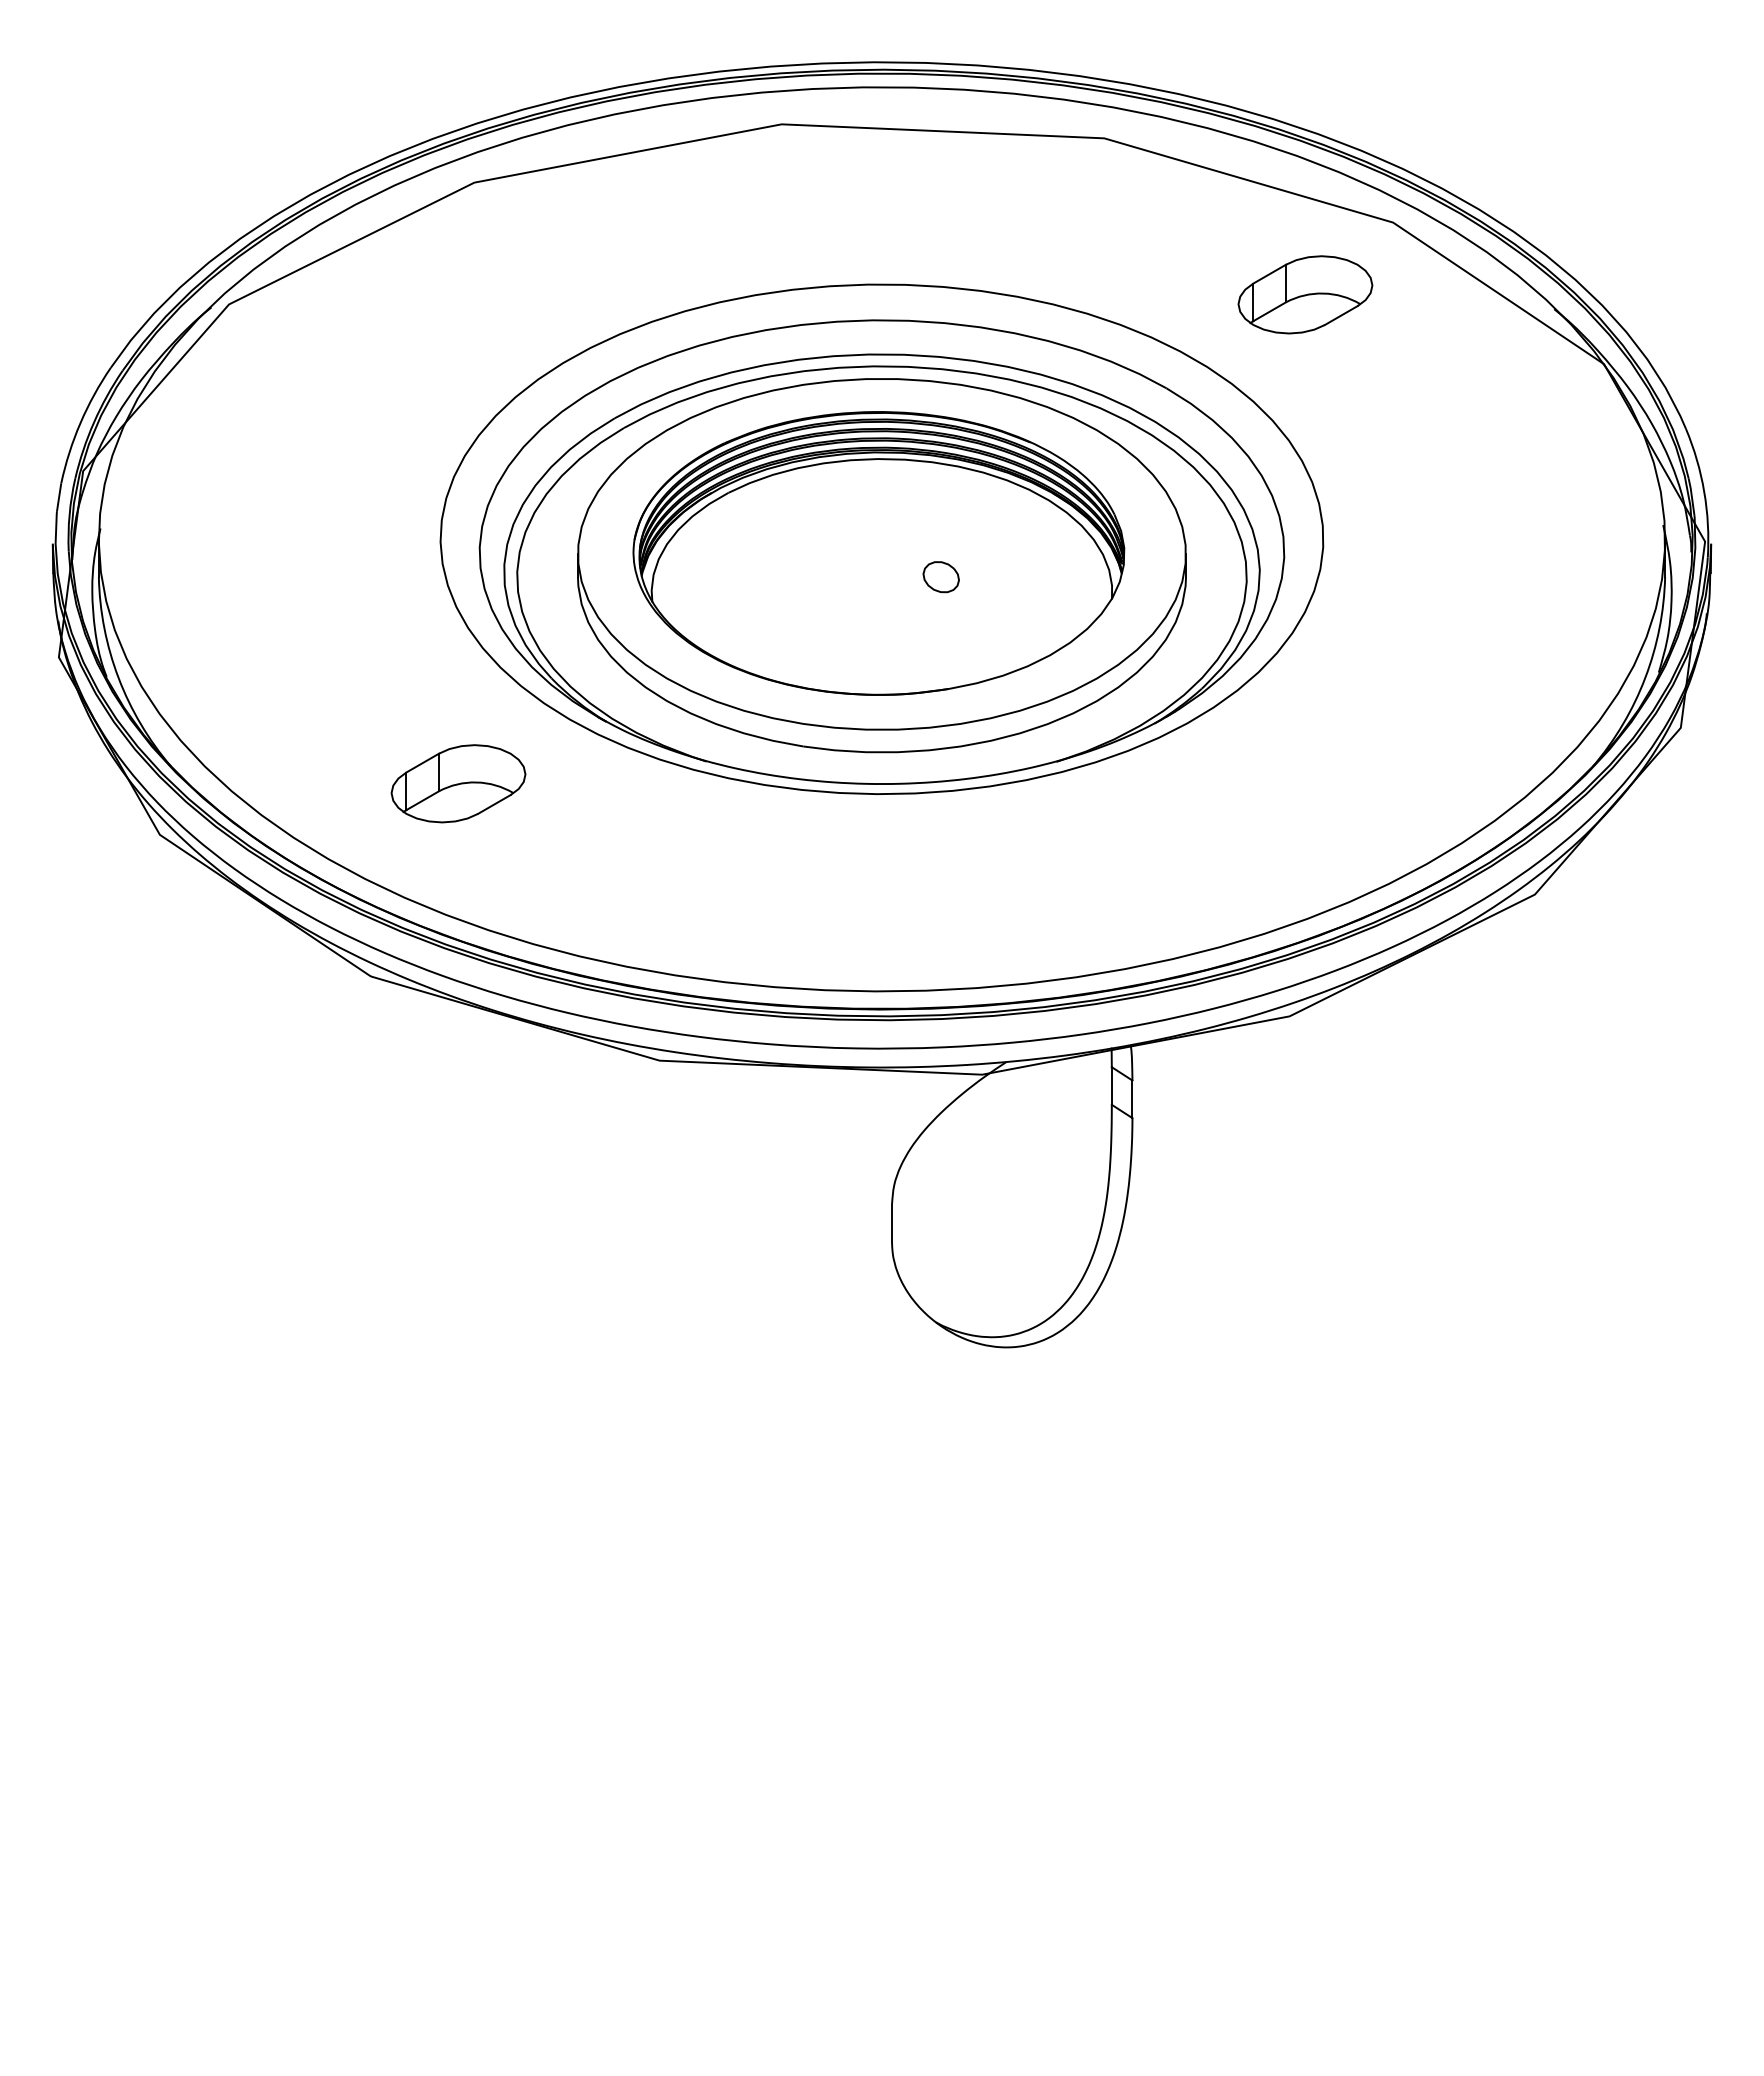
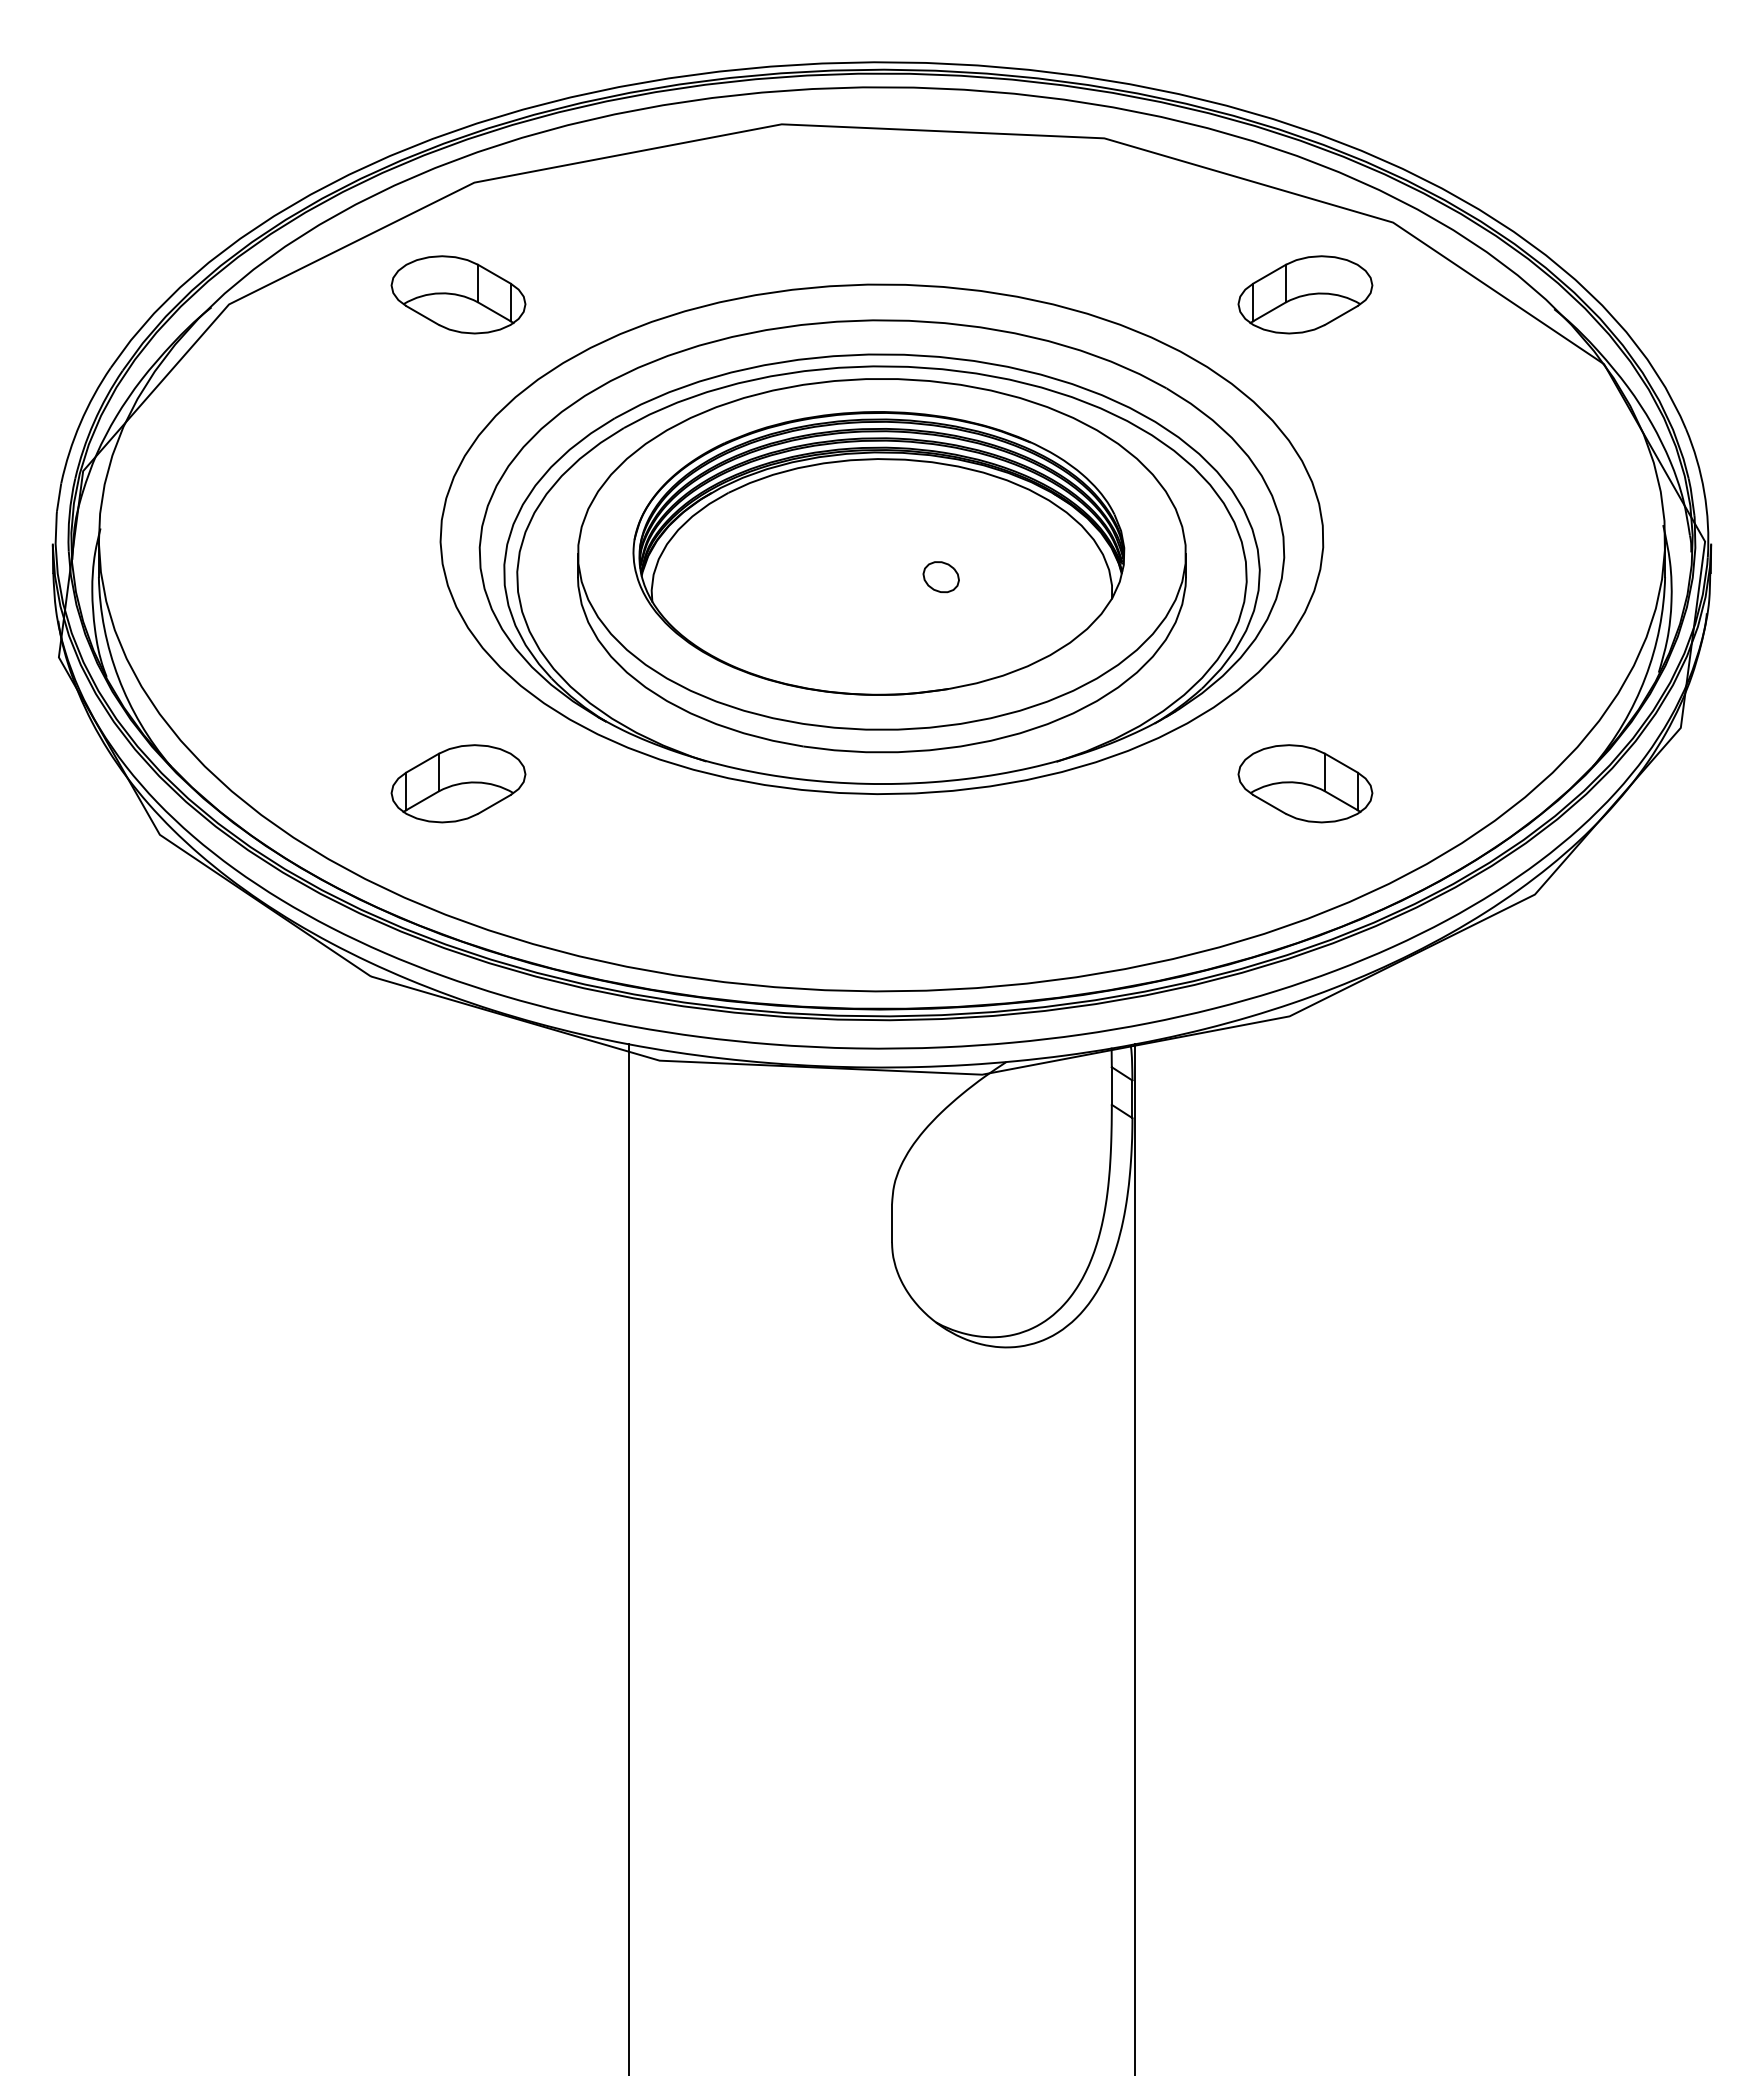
part at (458, 294): none -> present
part at (1305, 783): none -> present
line at (628, 1558): none -> present
line at (1135, 1558): none -> present
